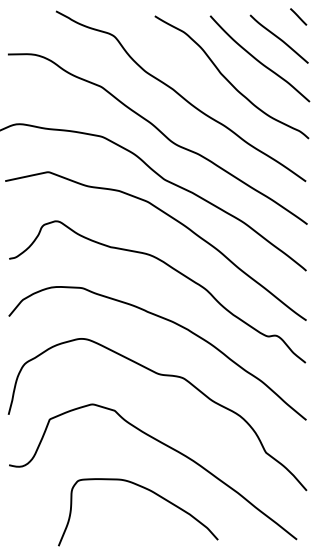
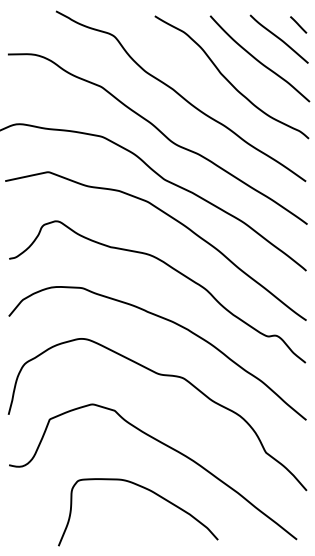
line at (298, 16) position: (298, 16) -> (298, 24)
